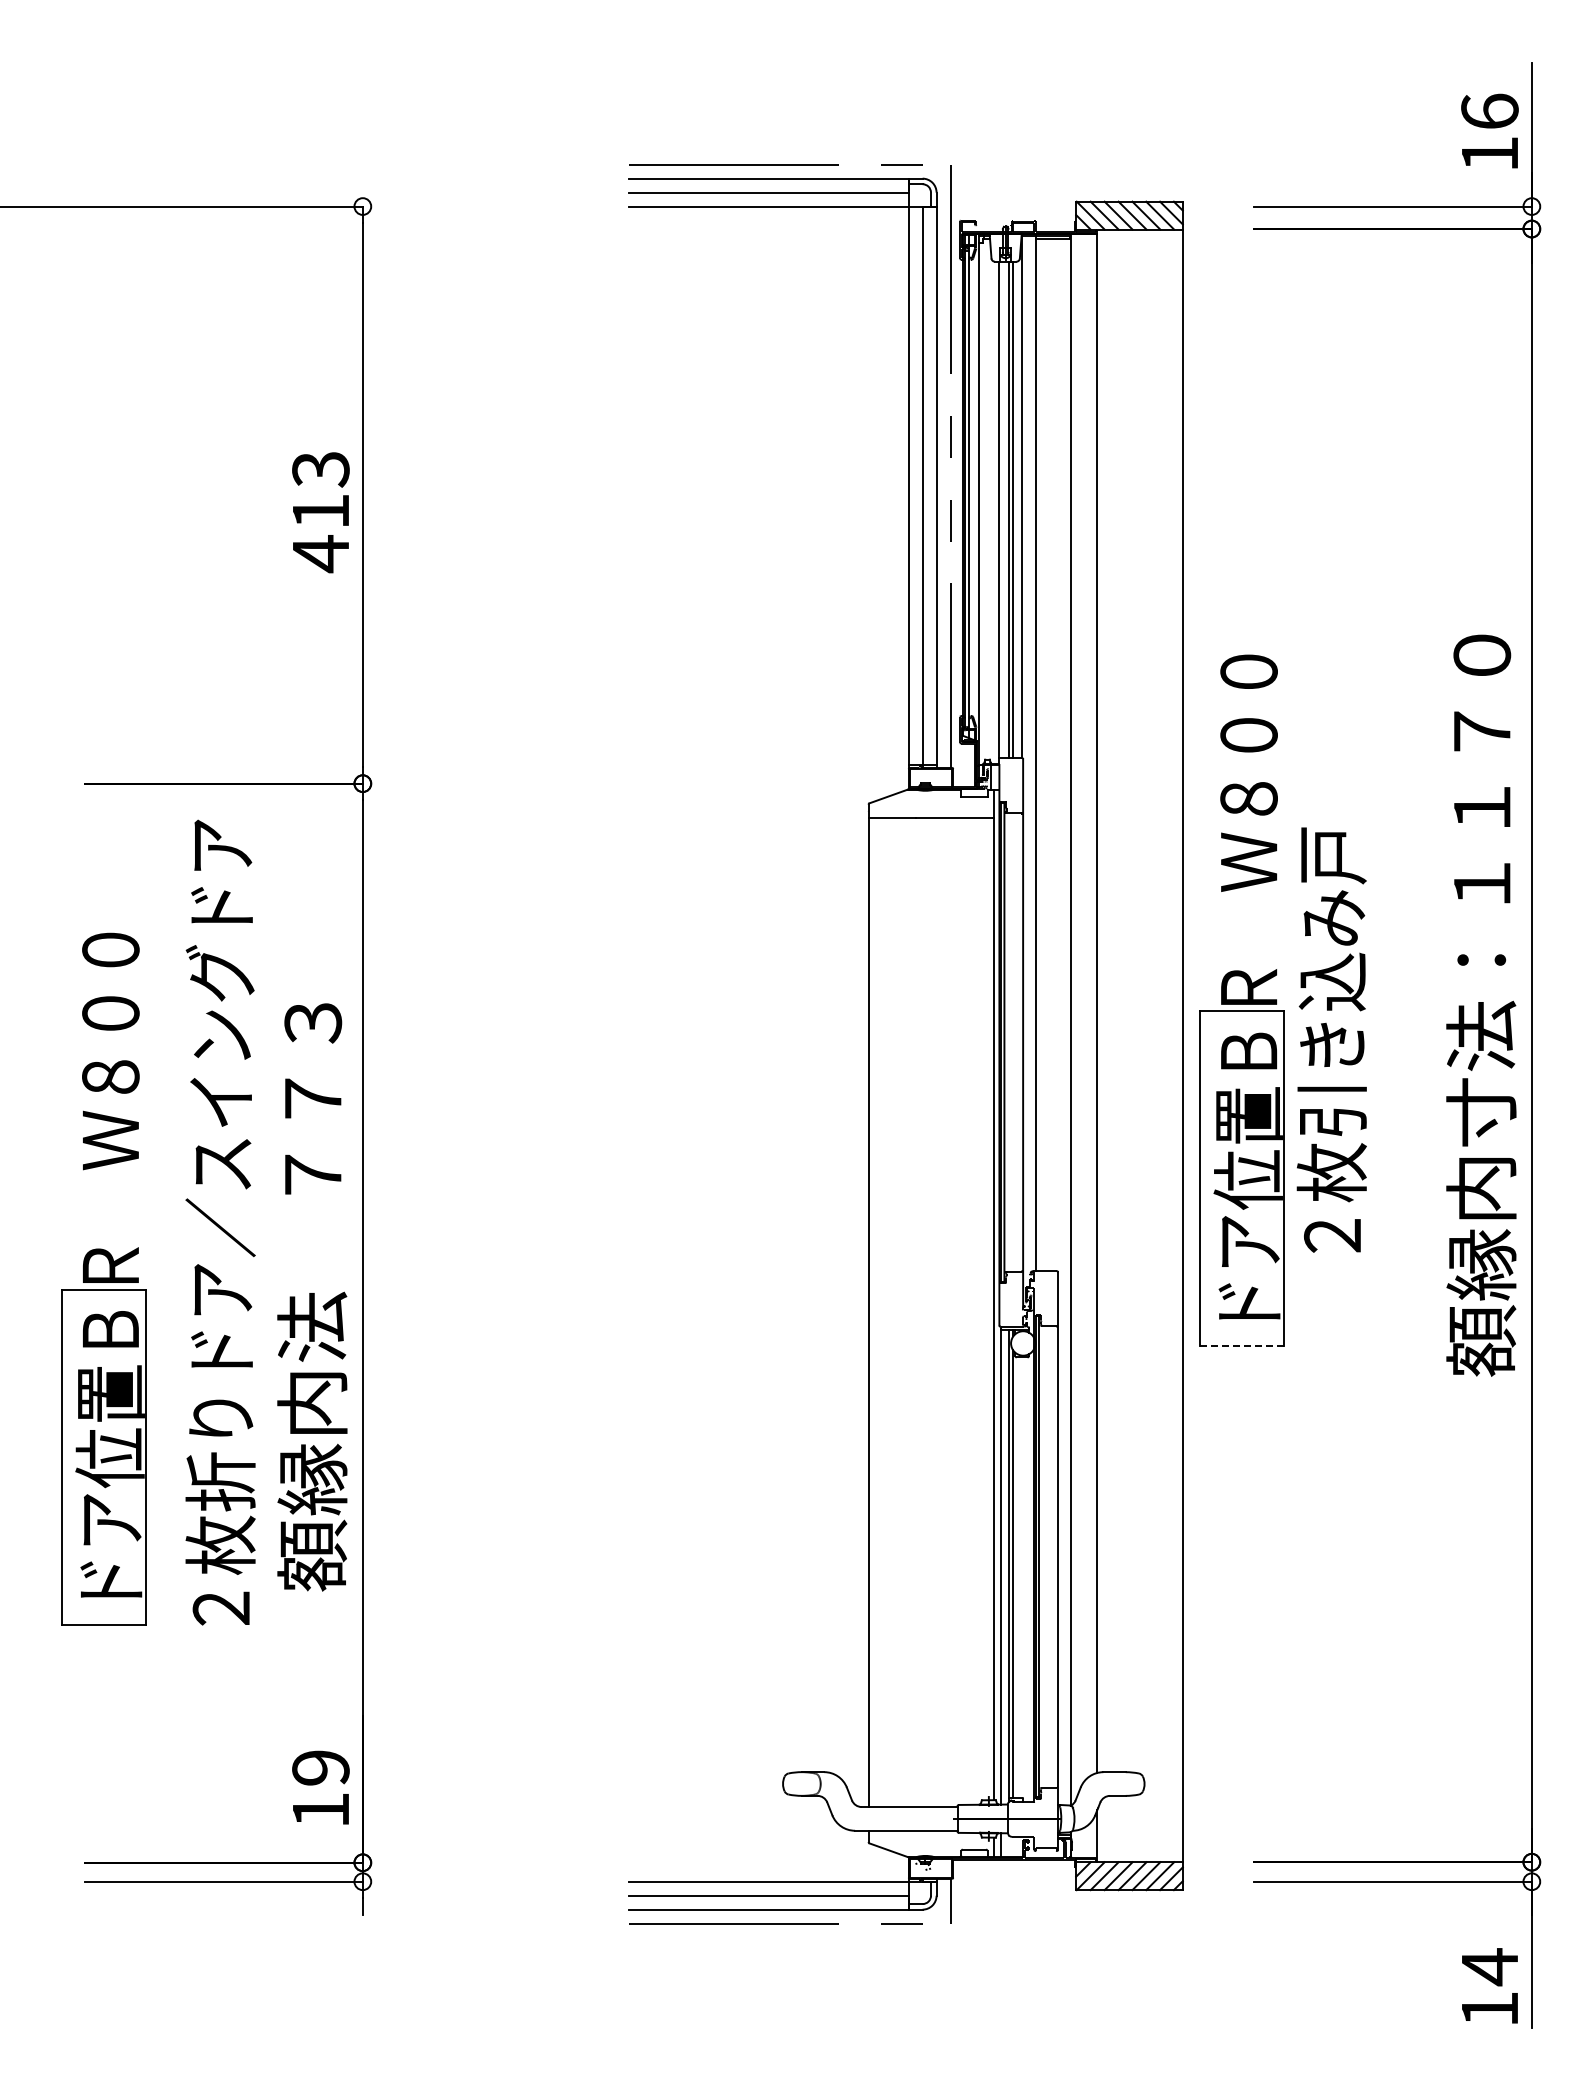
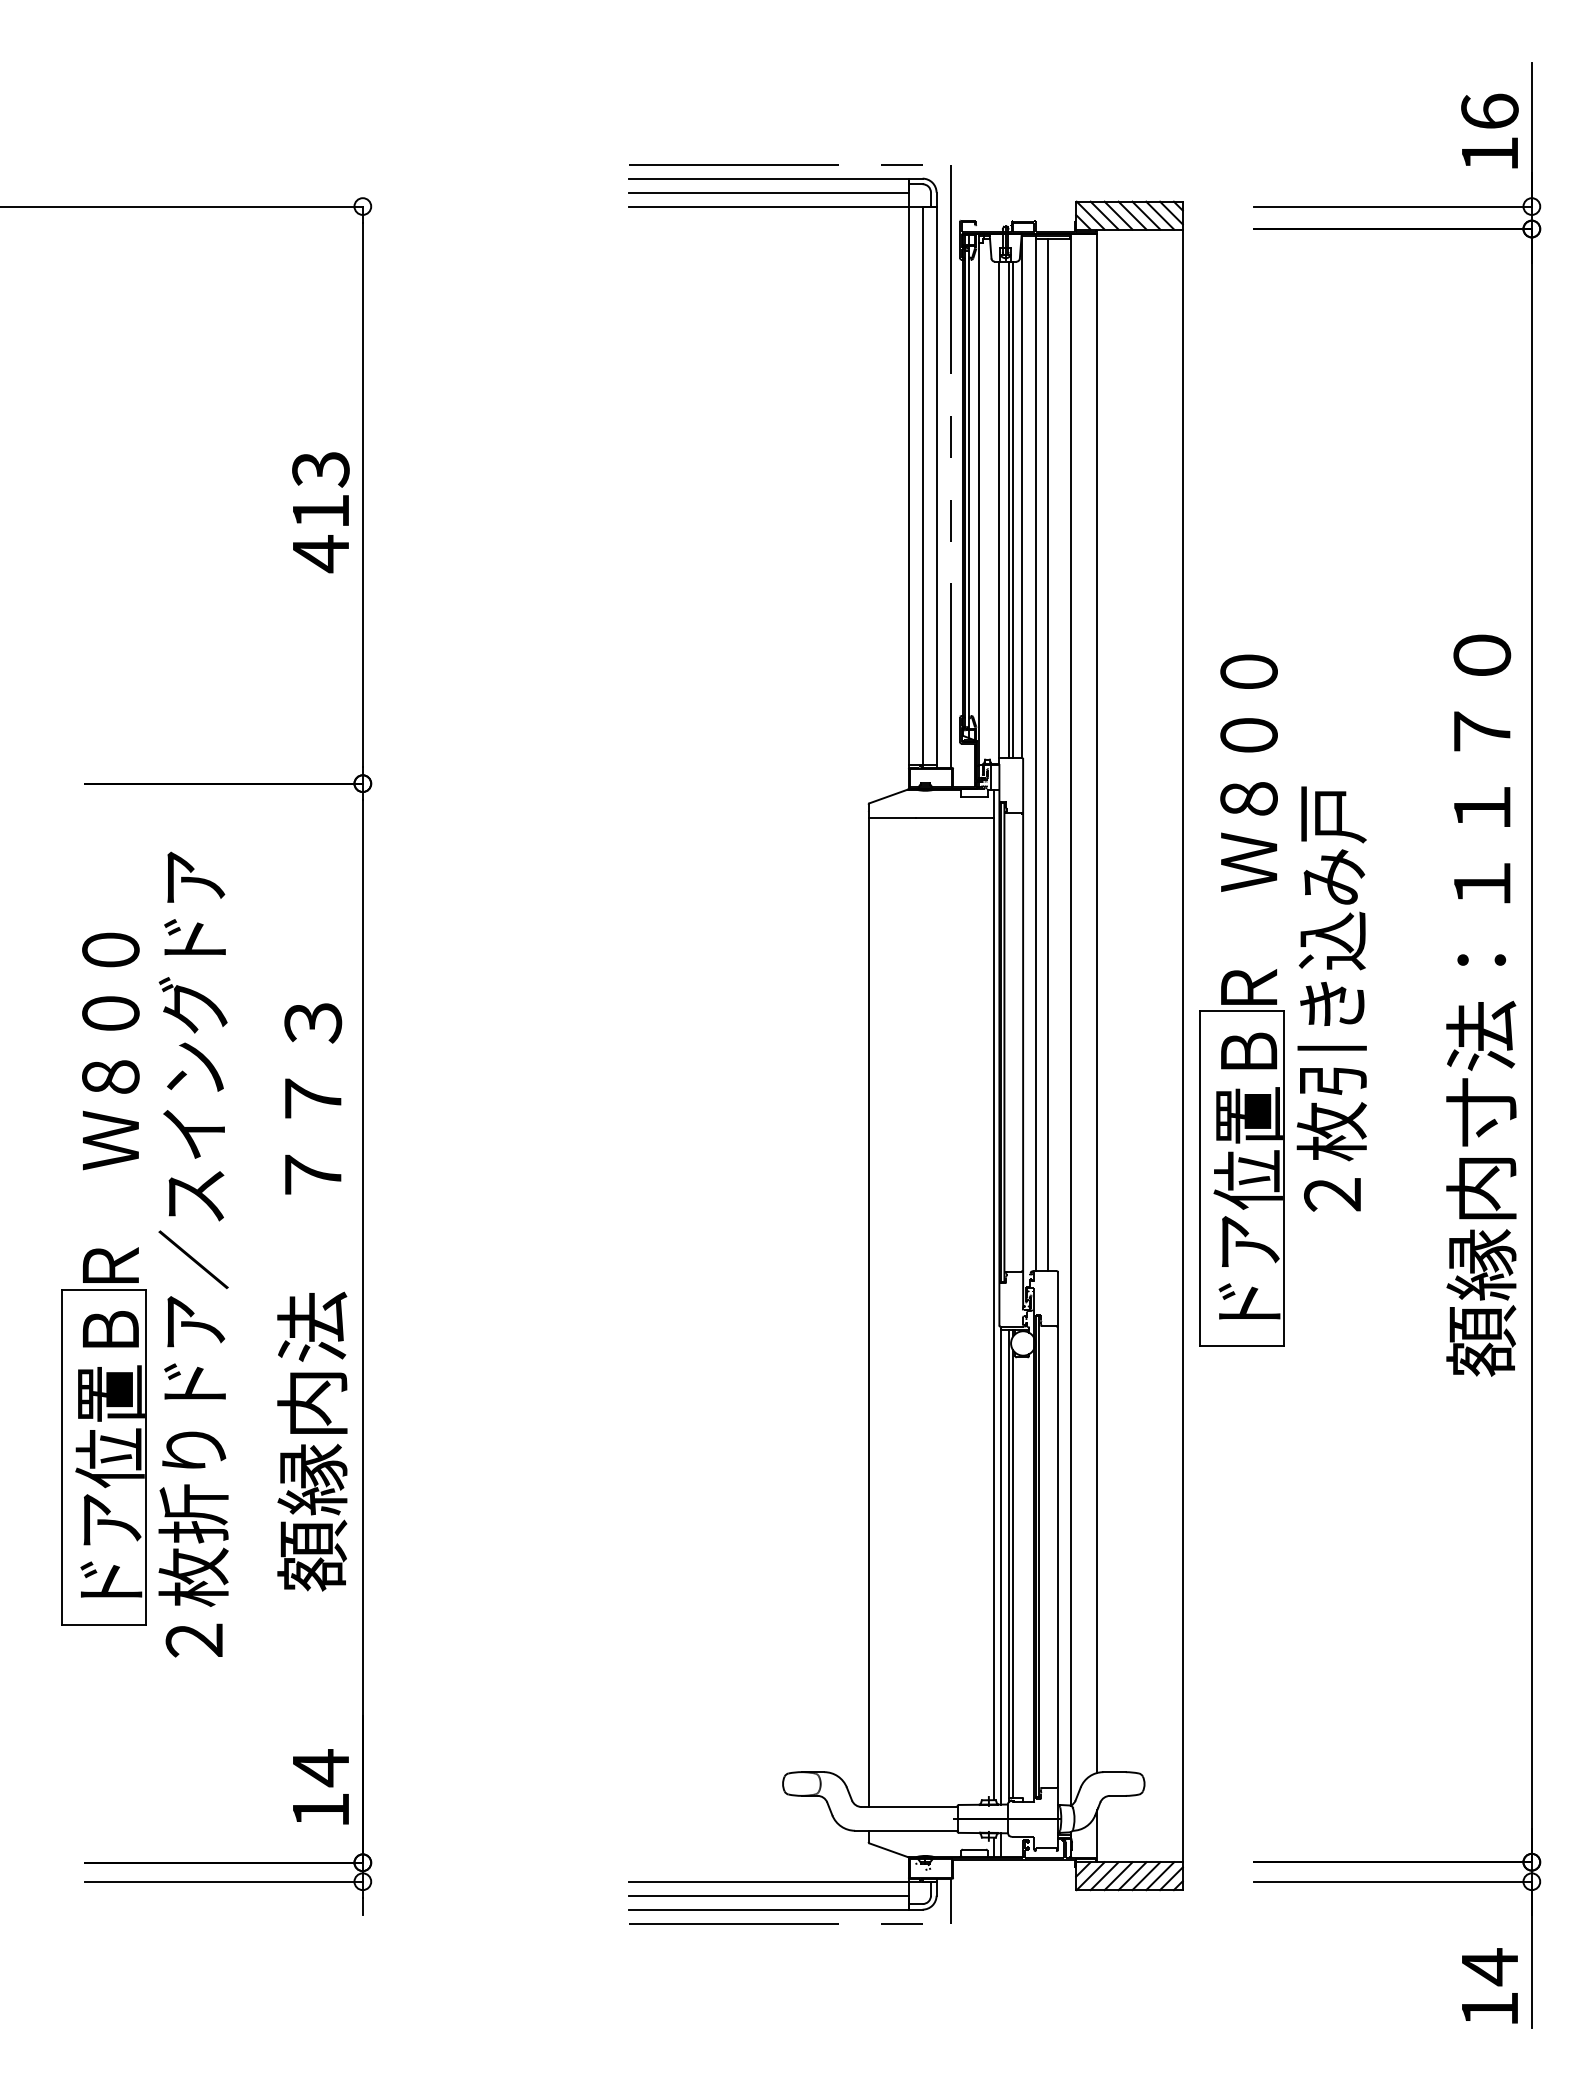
line at (1048, 755): none -> present
text at (1331, 1039) position: (1331, 1039) -> (1331, 998)
text at (220, 1222) position: (220, 1222) -> (193, 1254)
line at (1242, 1346): dashed -> solid
text at (320, 1768): 19 -> 14
